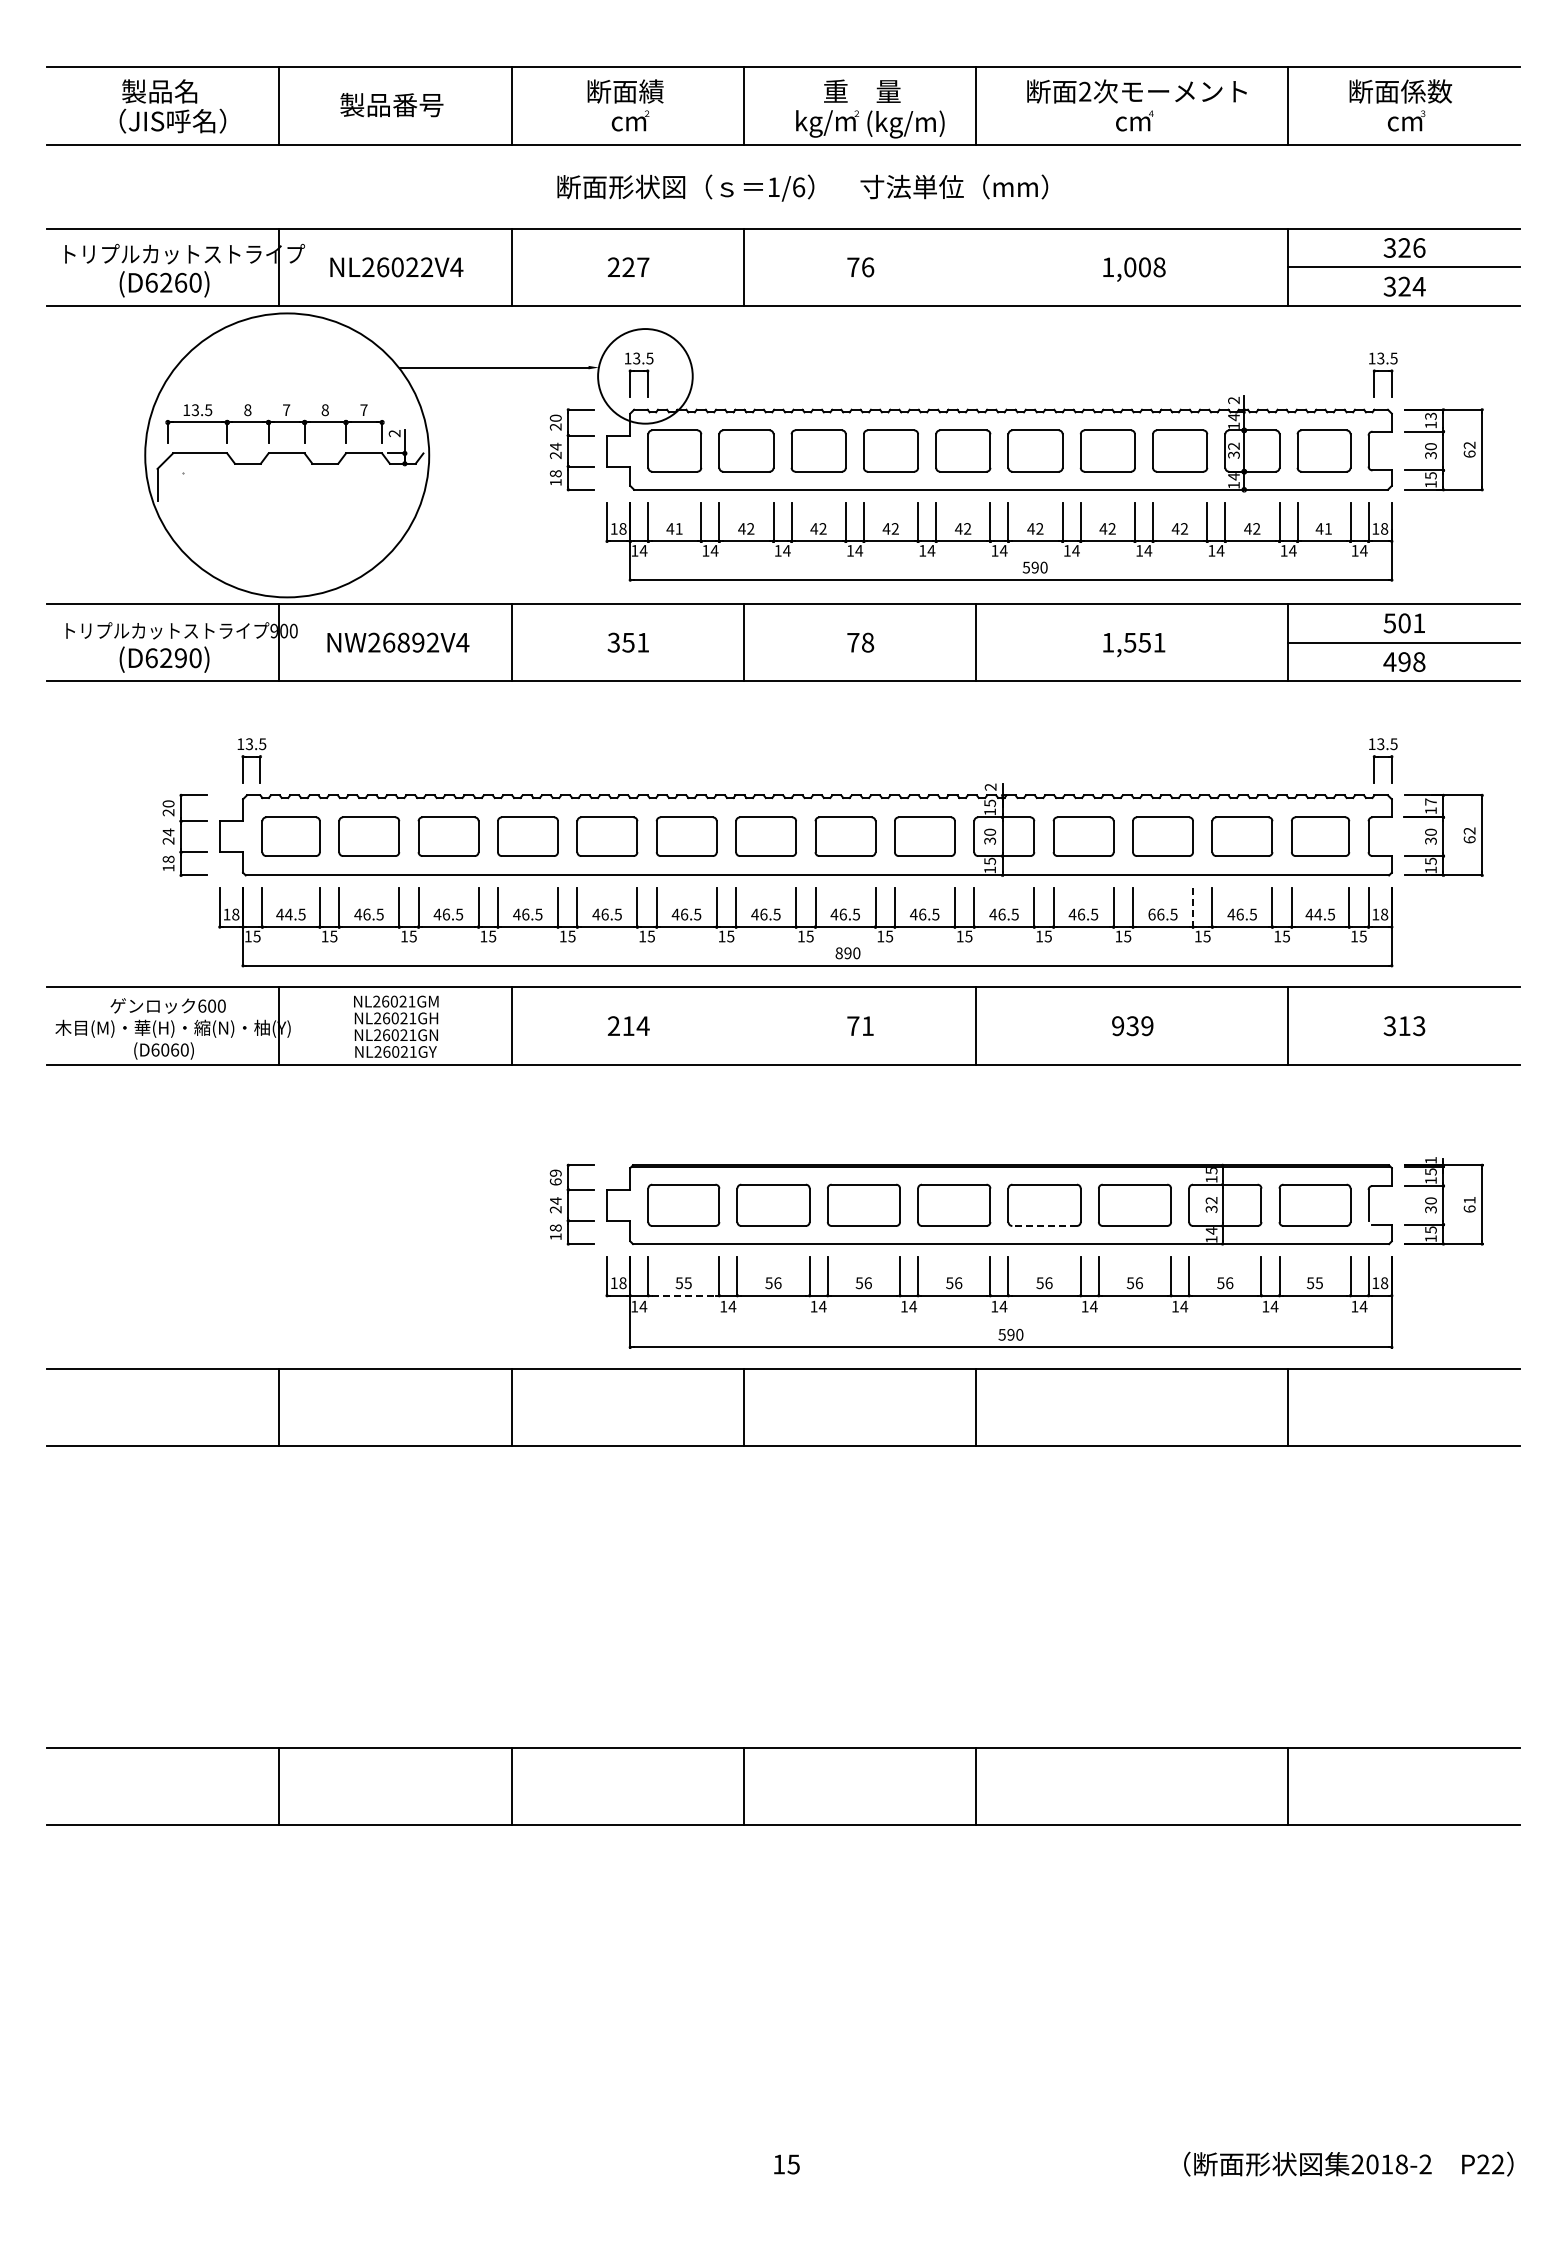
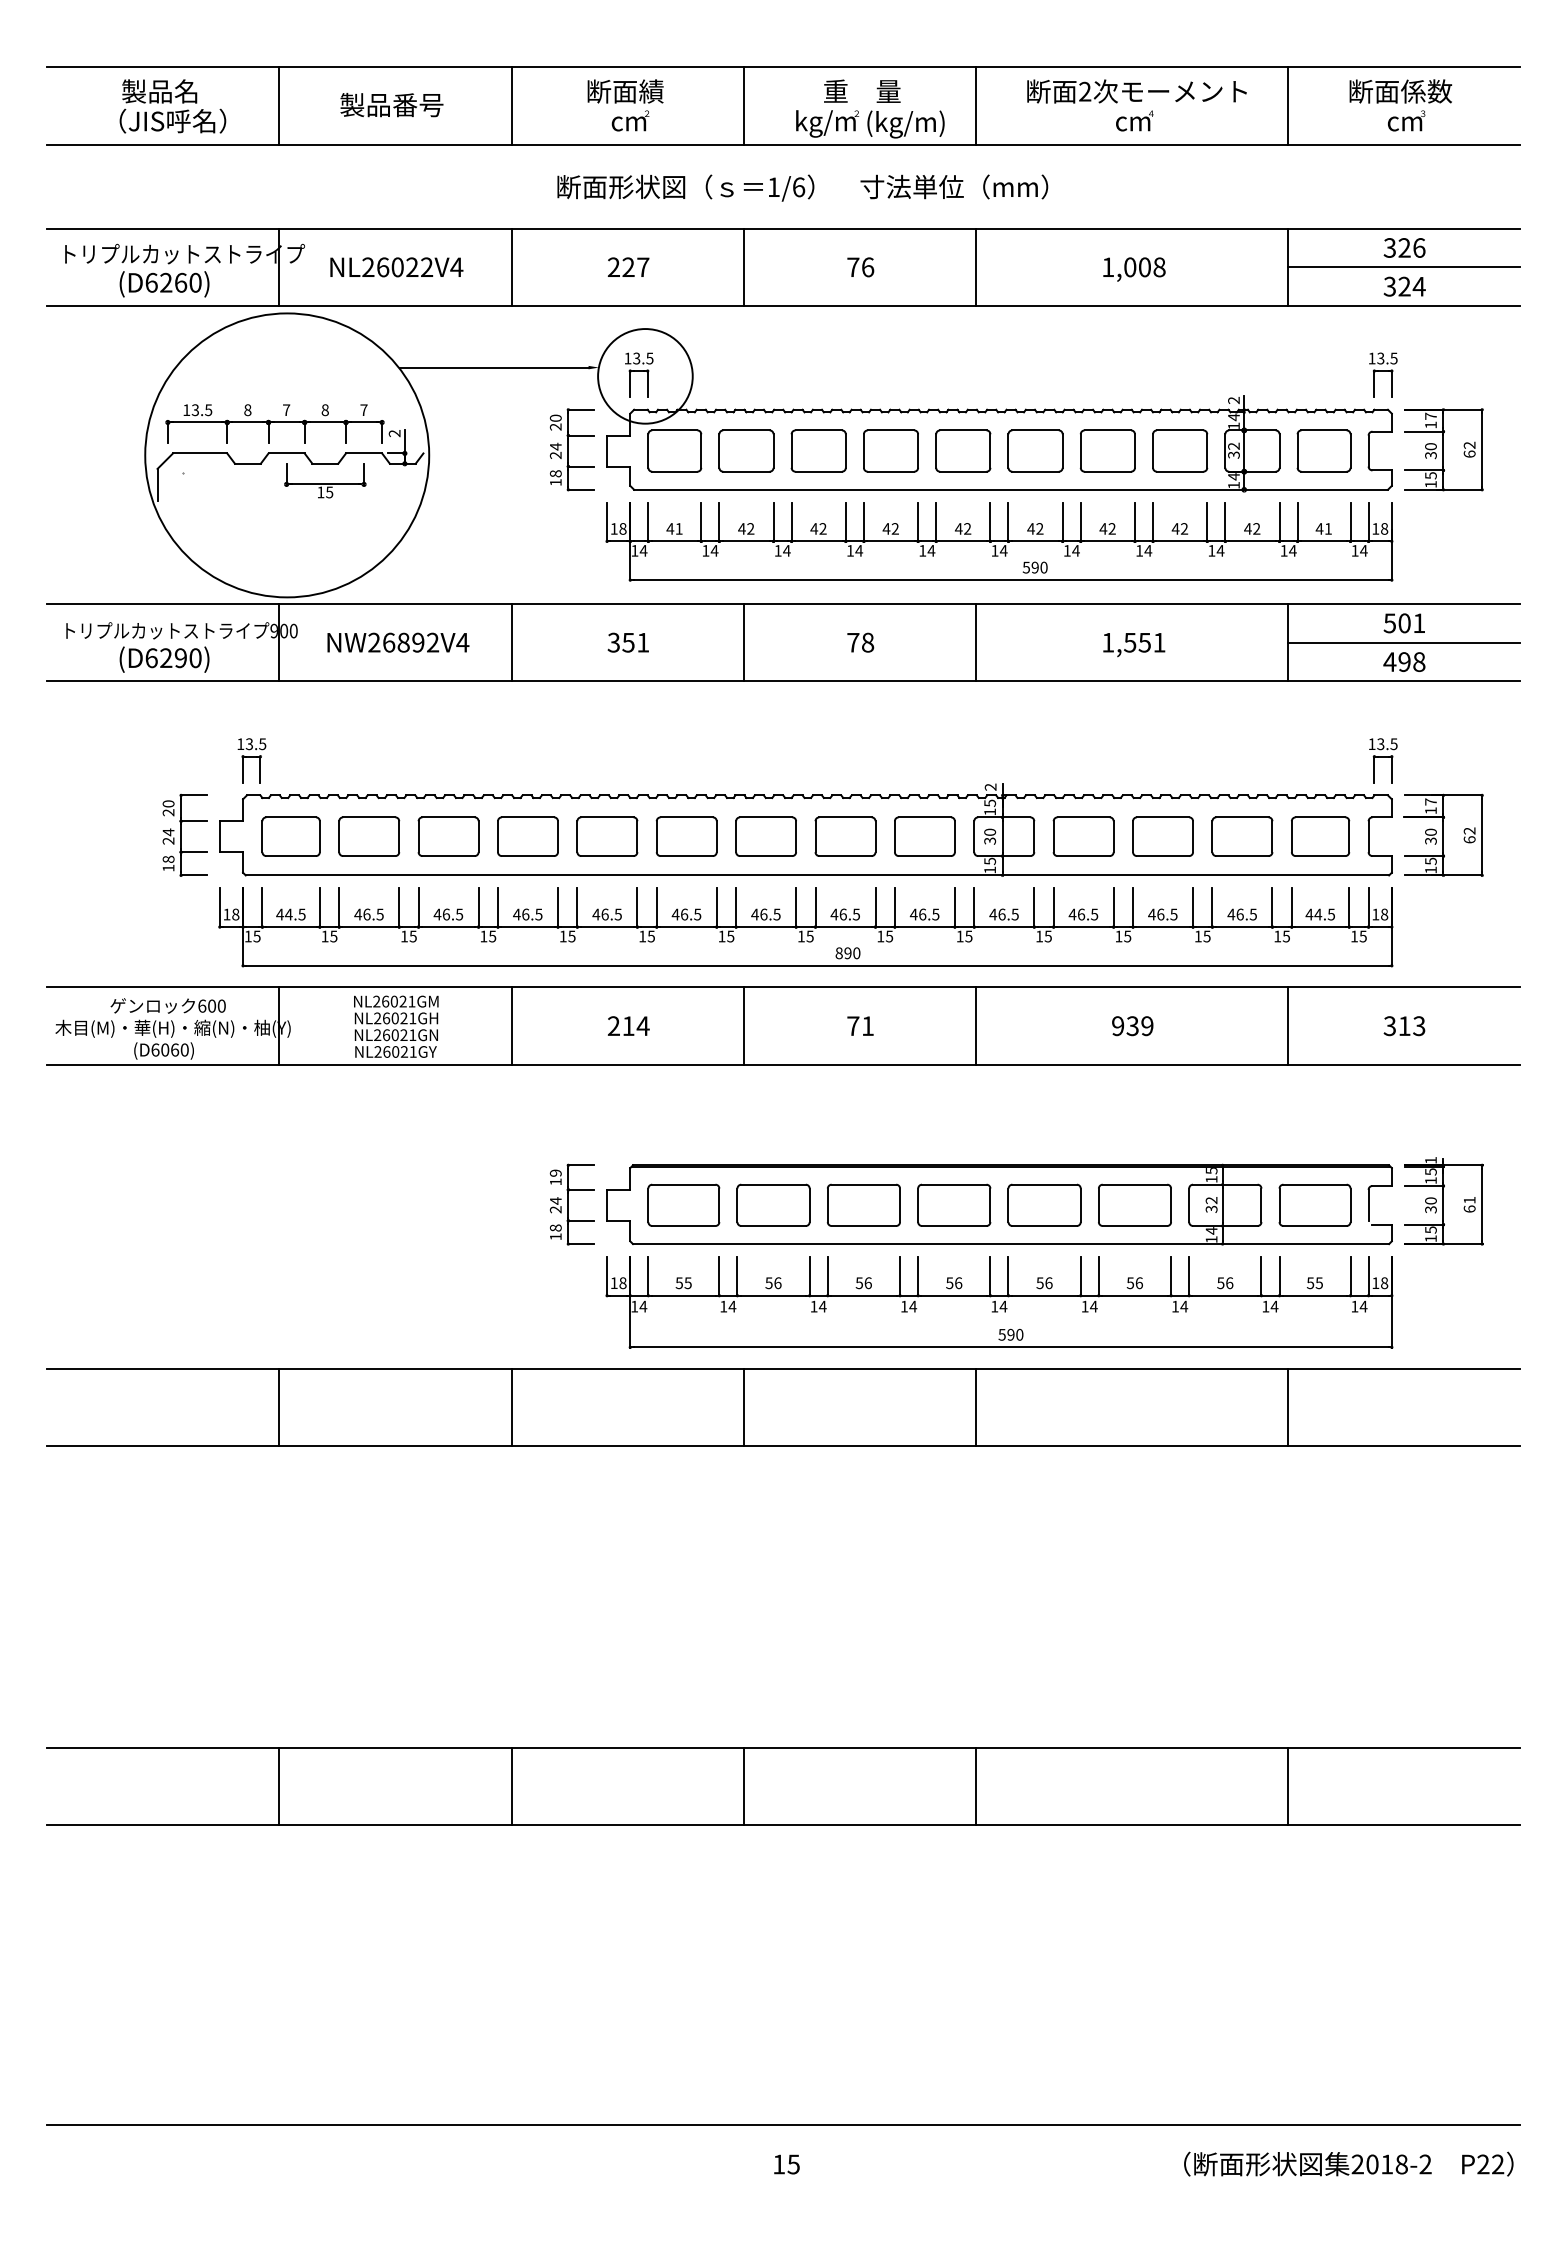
line at (976, 267): none -> present
text at (1430, 415): 13 -> 17
part at (325, 480): none -> present
line at (1193, 908): dashed -> solid
text at (1151, 914): 66.5 -> 46.5
line at (743, 1025): none -> present
text at (555, 1181): 69 -> 19
line at (1044, 1226): dashed -> solid
line at (684, 1295): dashed -> solid
line at (783, 2124): none -> present
